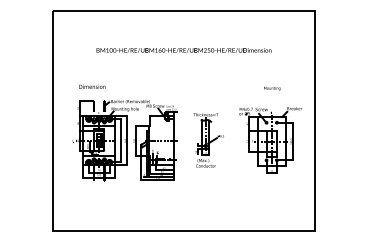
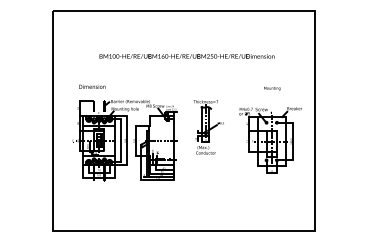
text at (183, 50) position: (183, 50) -> (186, 56)
part at (208, 140) position: (208, 140) -> (208, 127)
